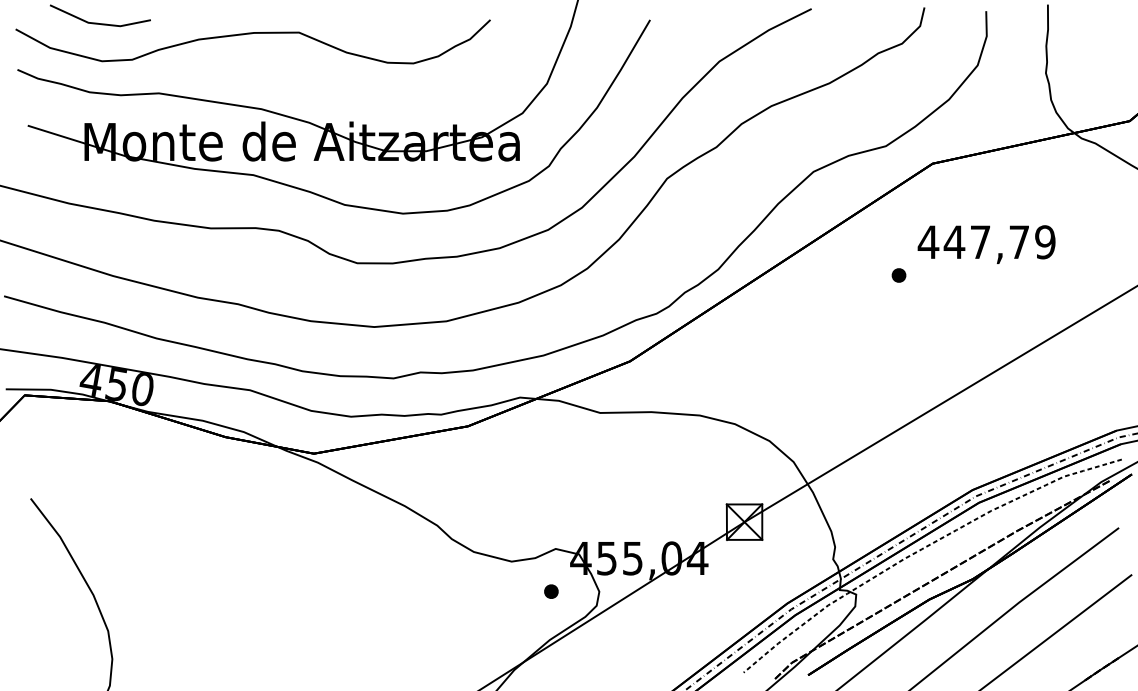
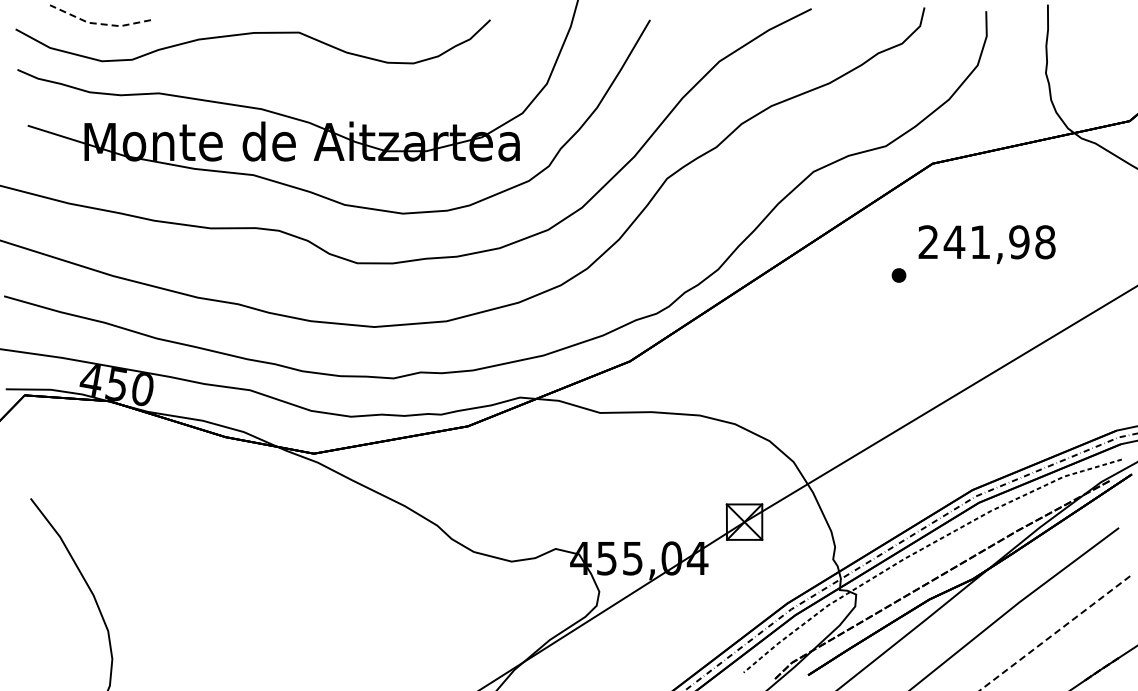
line at (99, 23): solid -> dashed
text at (986, 242): 447,79 -> 241,98
part at (551, 591): present -> none
line at (1055, 632): solid -> dashed
